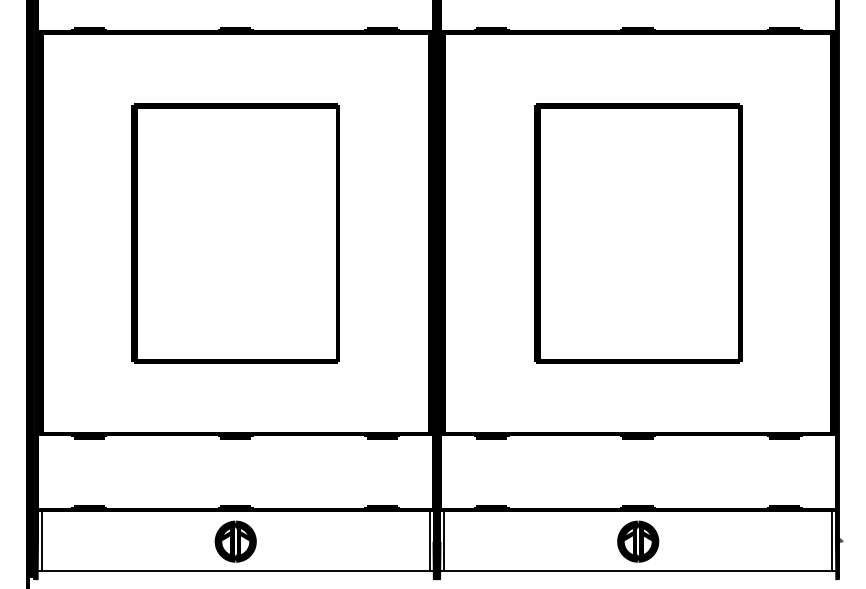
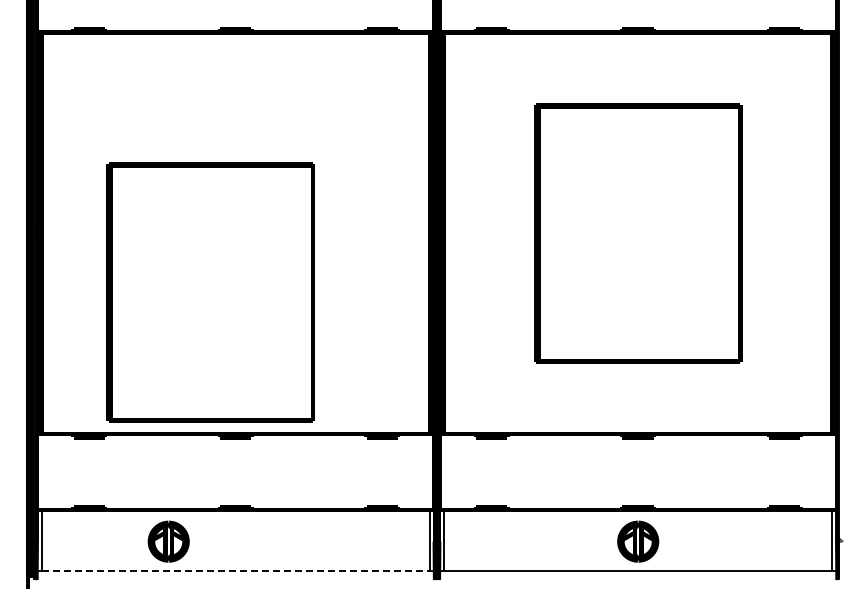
part at (235, 233) position: (235, 233) -> (210, 292)
part at (235, 541) position: (235, 541) -> (168, 541)
line at (236, 571): solid -> dashed
